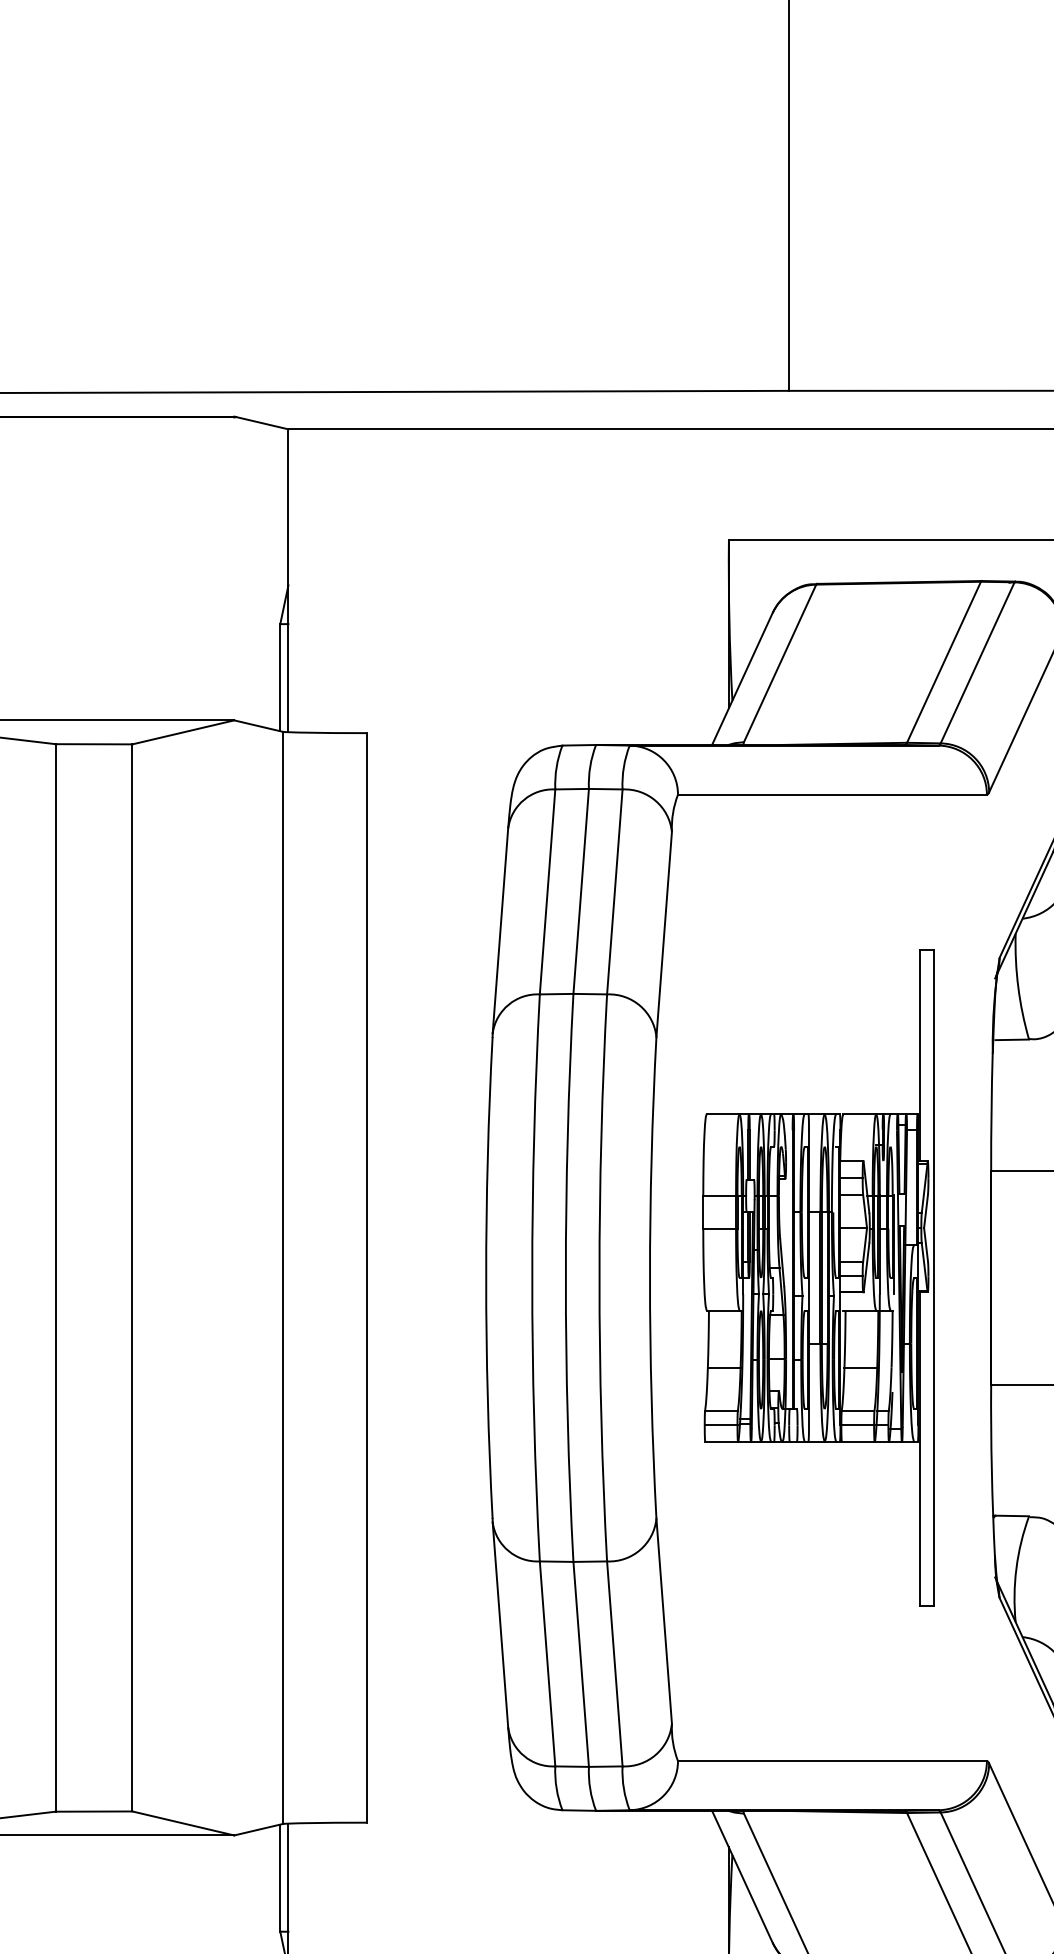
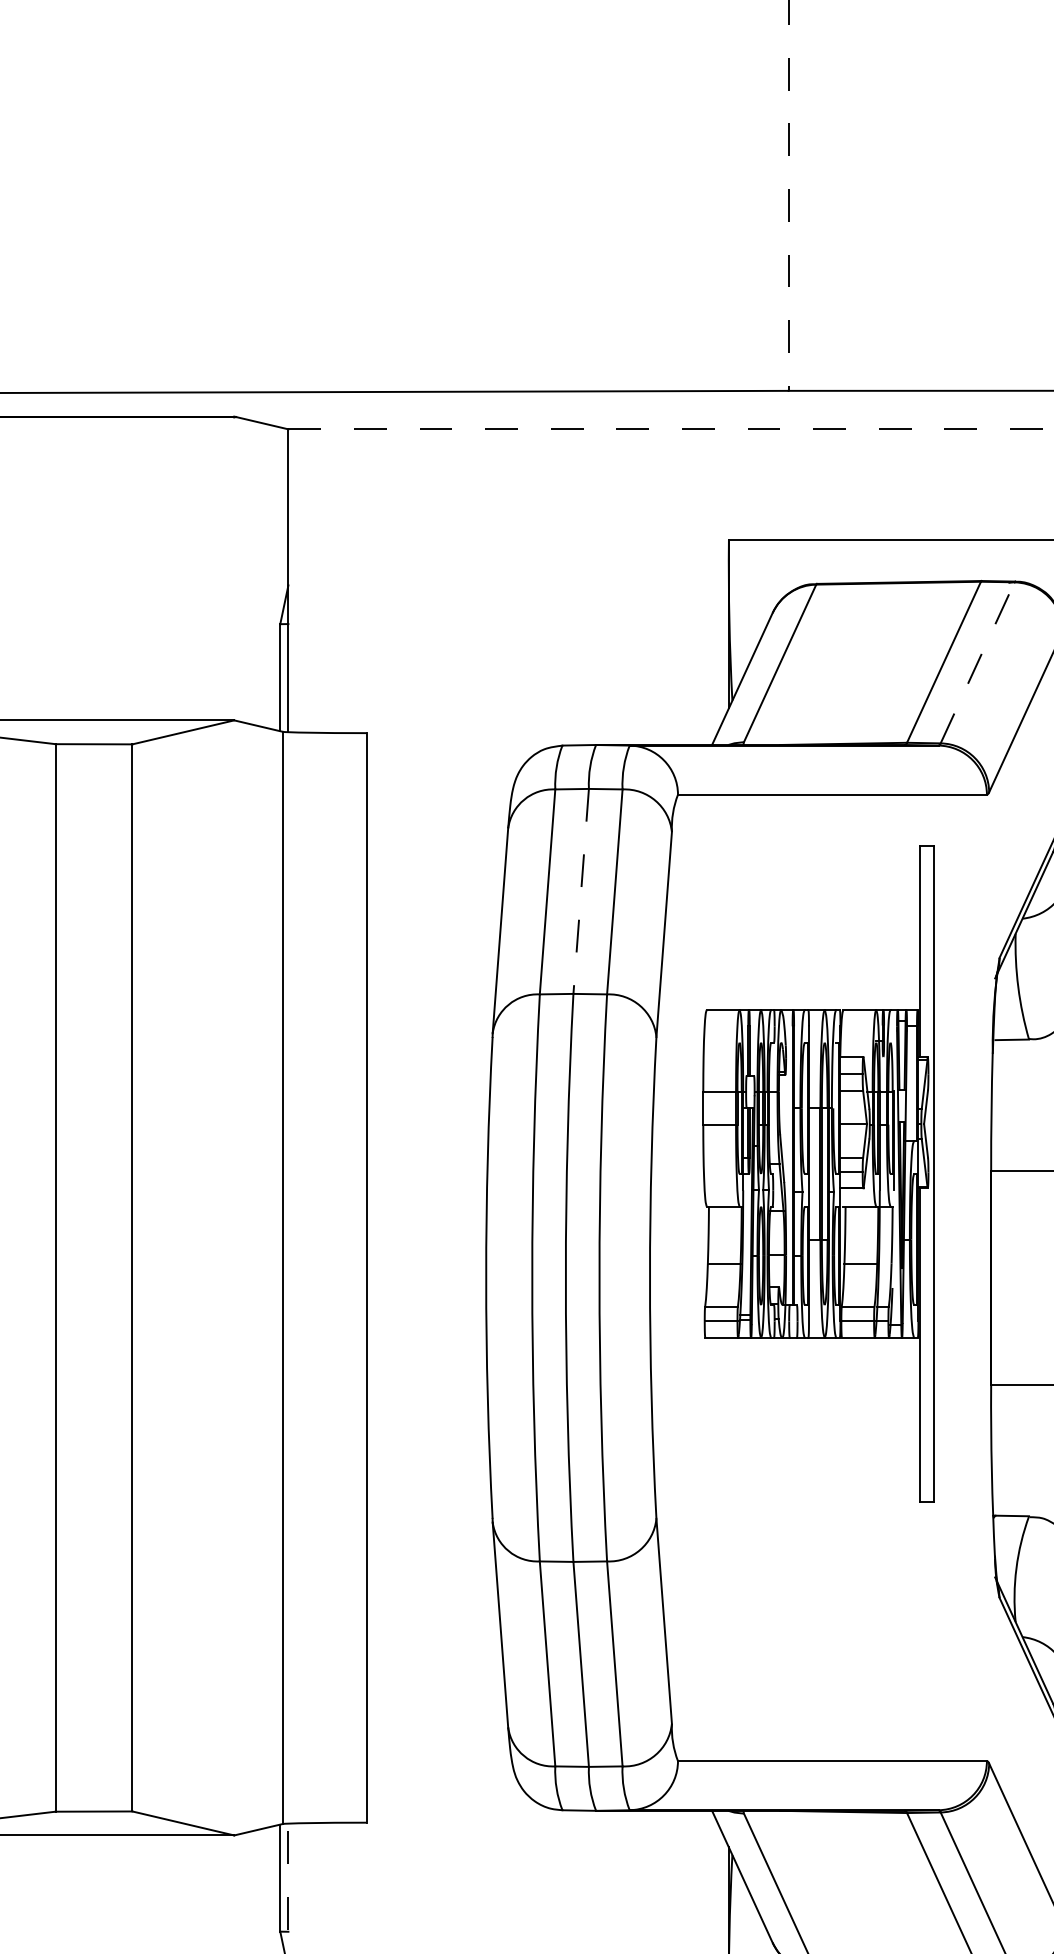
line at (788, 195): solid -> dashed
line at (671, 429): solid -> dashed
line at (977, 662): solid -> dashed
line at (581, 891): solid -> dashed
part at (818, 1277) position: (818, 1277) -> (818, 1173)
line at (288, 1888): solid -> dashed
